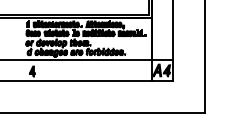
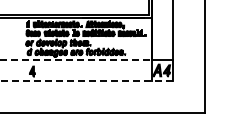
line at (76, 60): solid -> dashed
line at (86, 81): solid -> dashed
